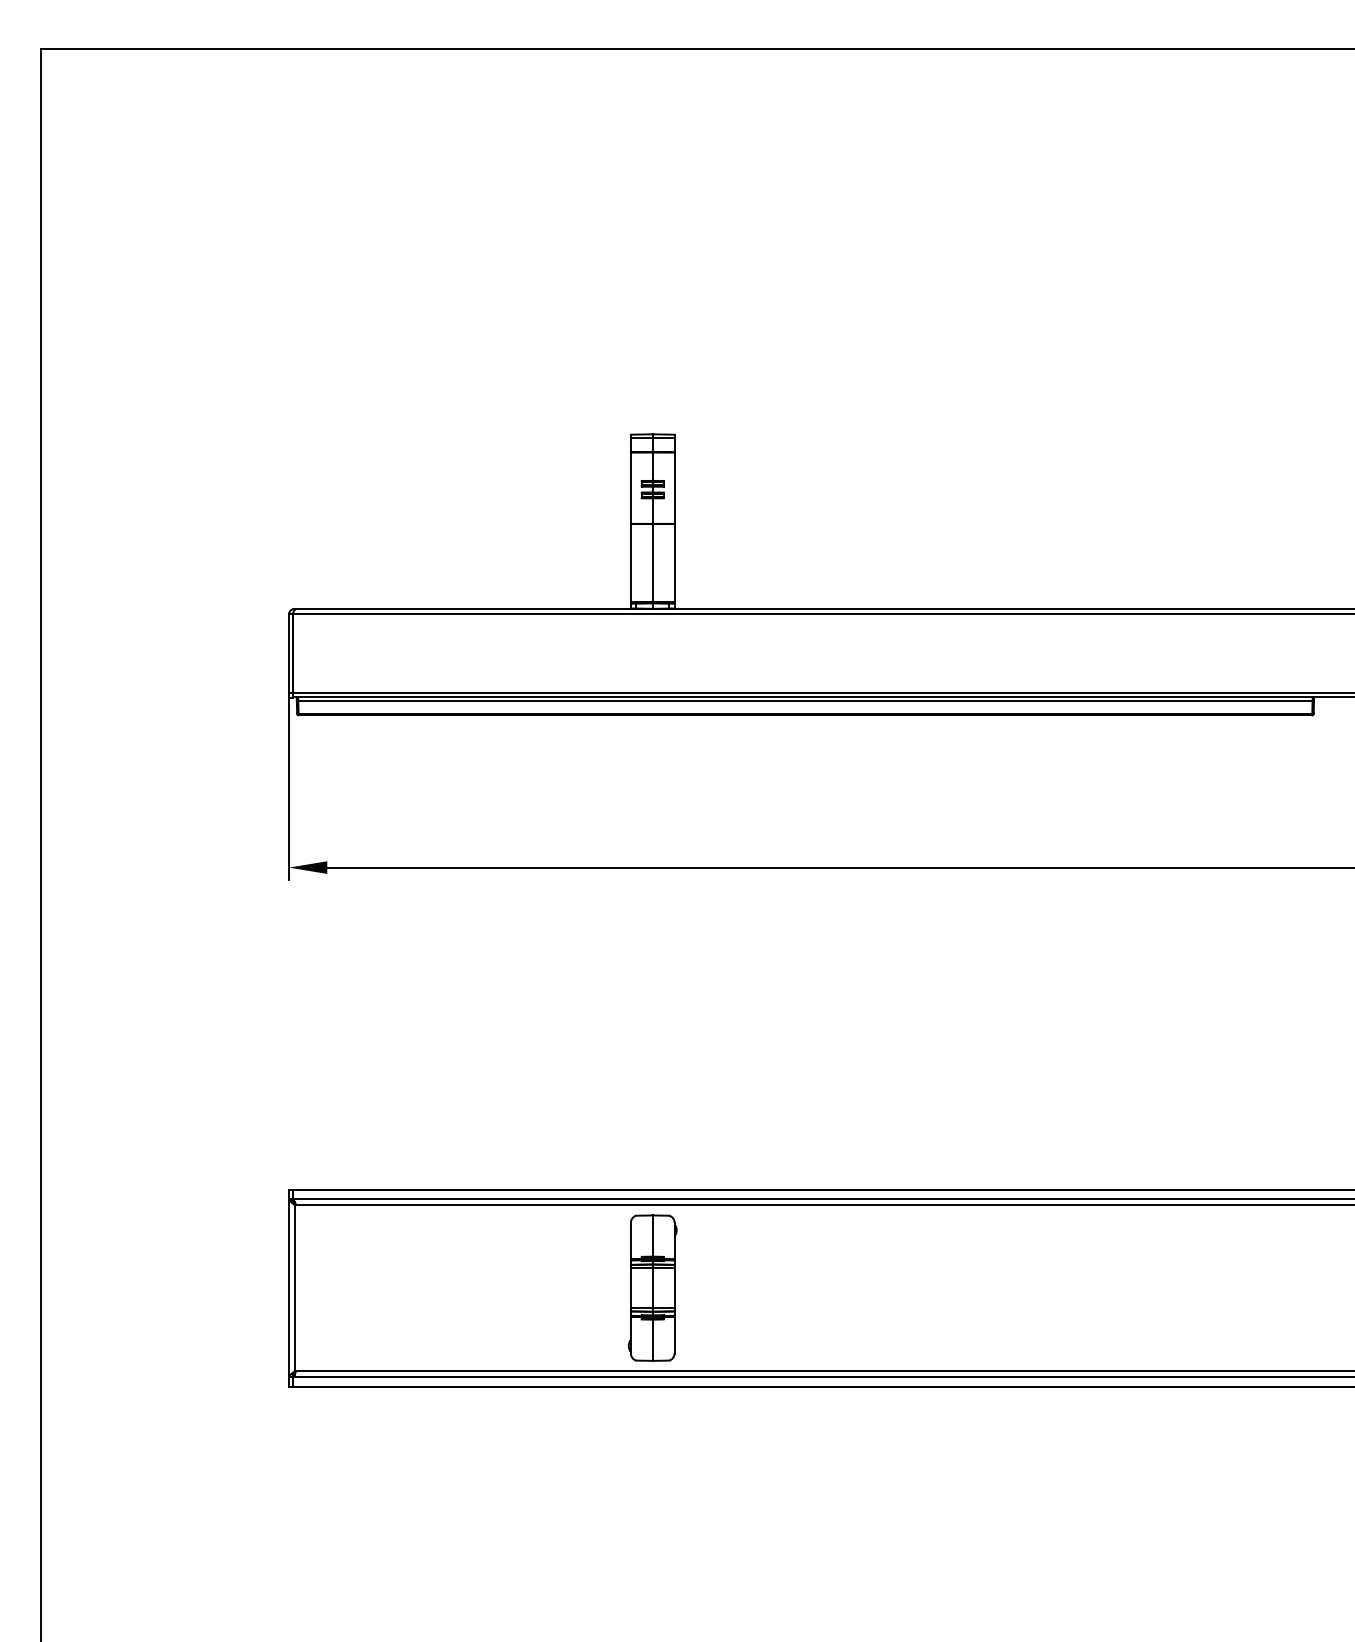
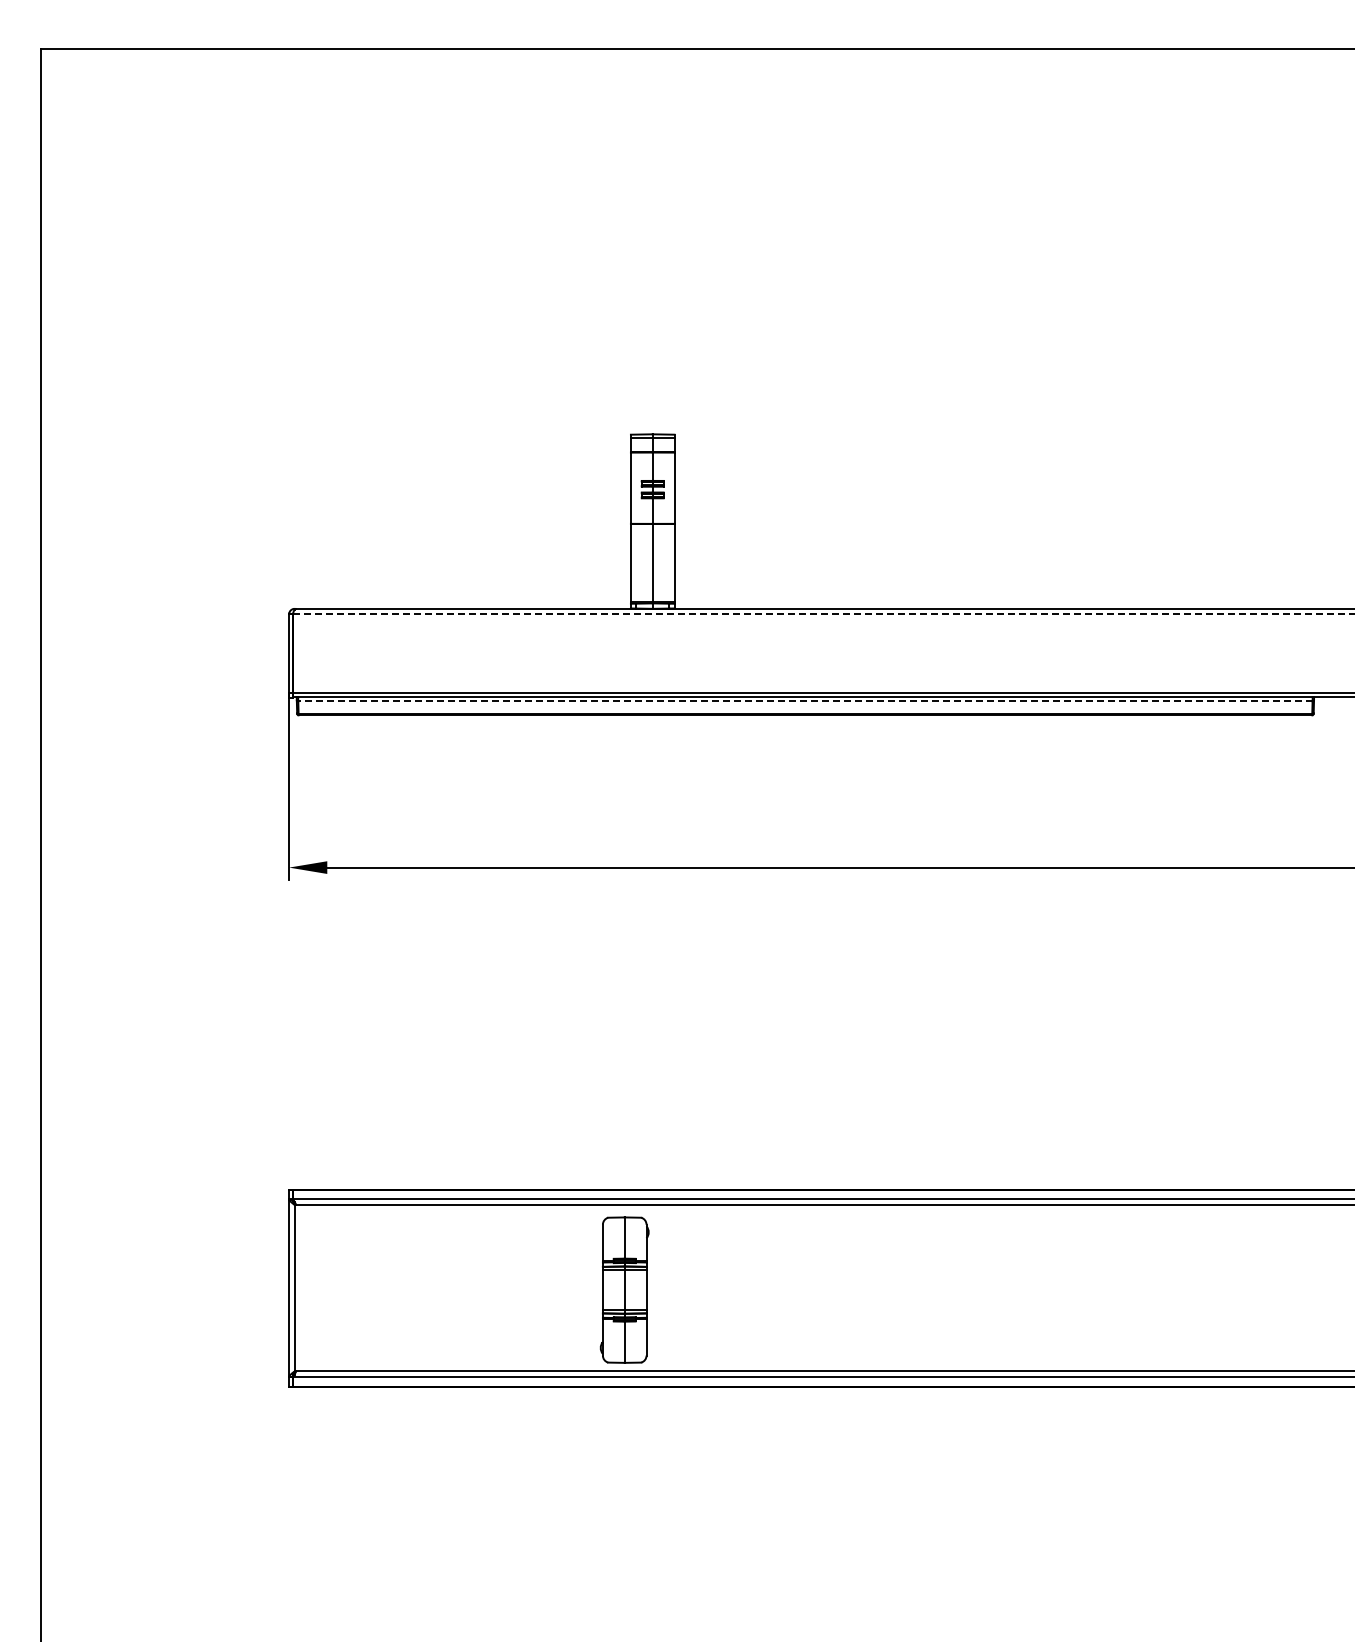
line at (824, 613): solid -> dashed
line at (804, 701): solid -> dashed
part at (652, 1287) position: (652, 1287) -> (624, 1289)
